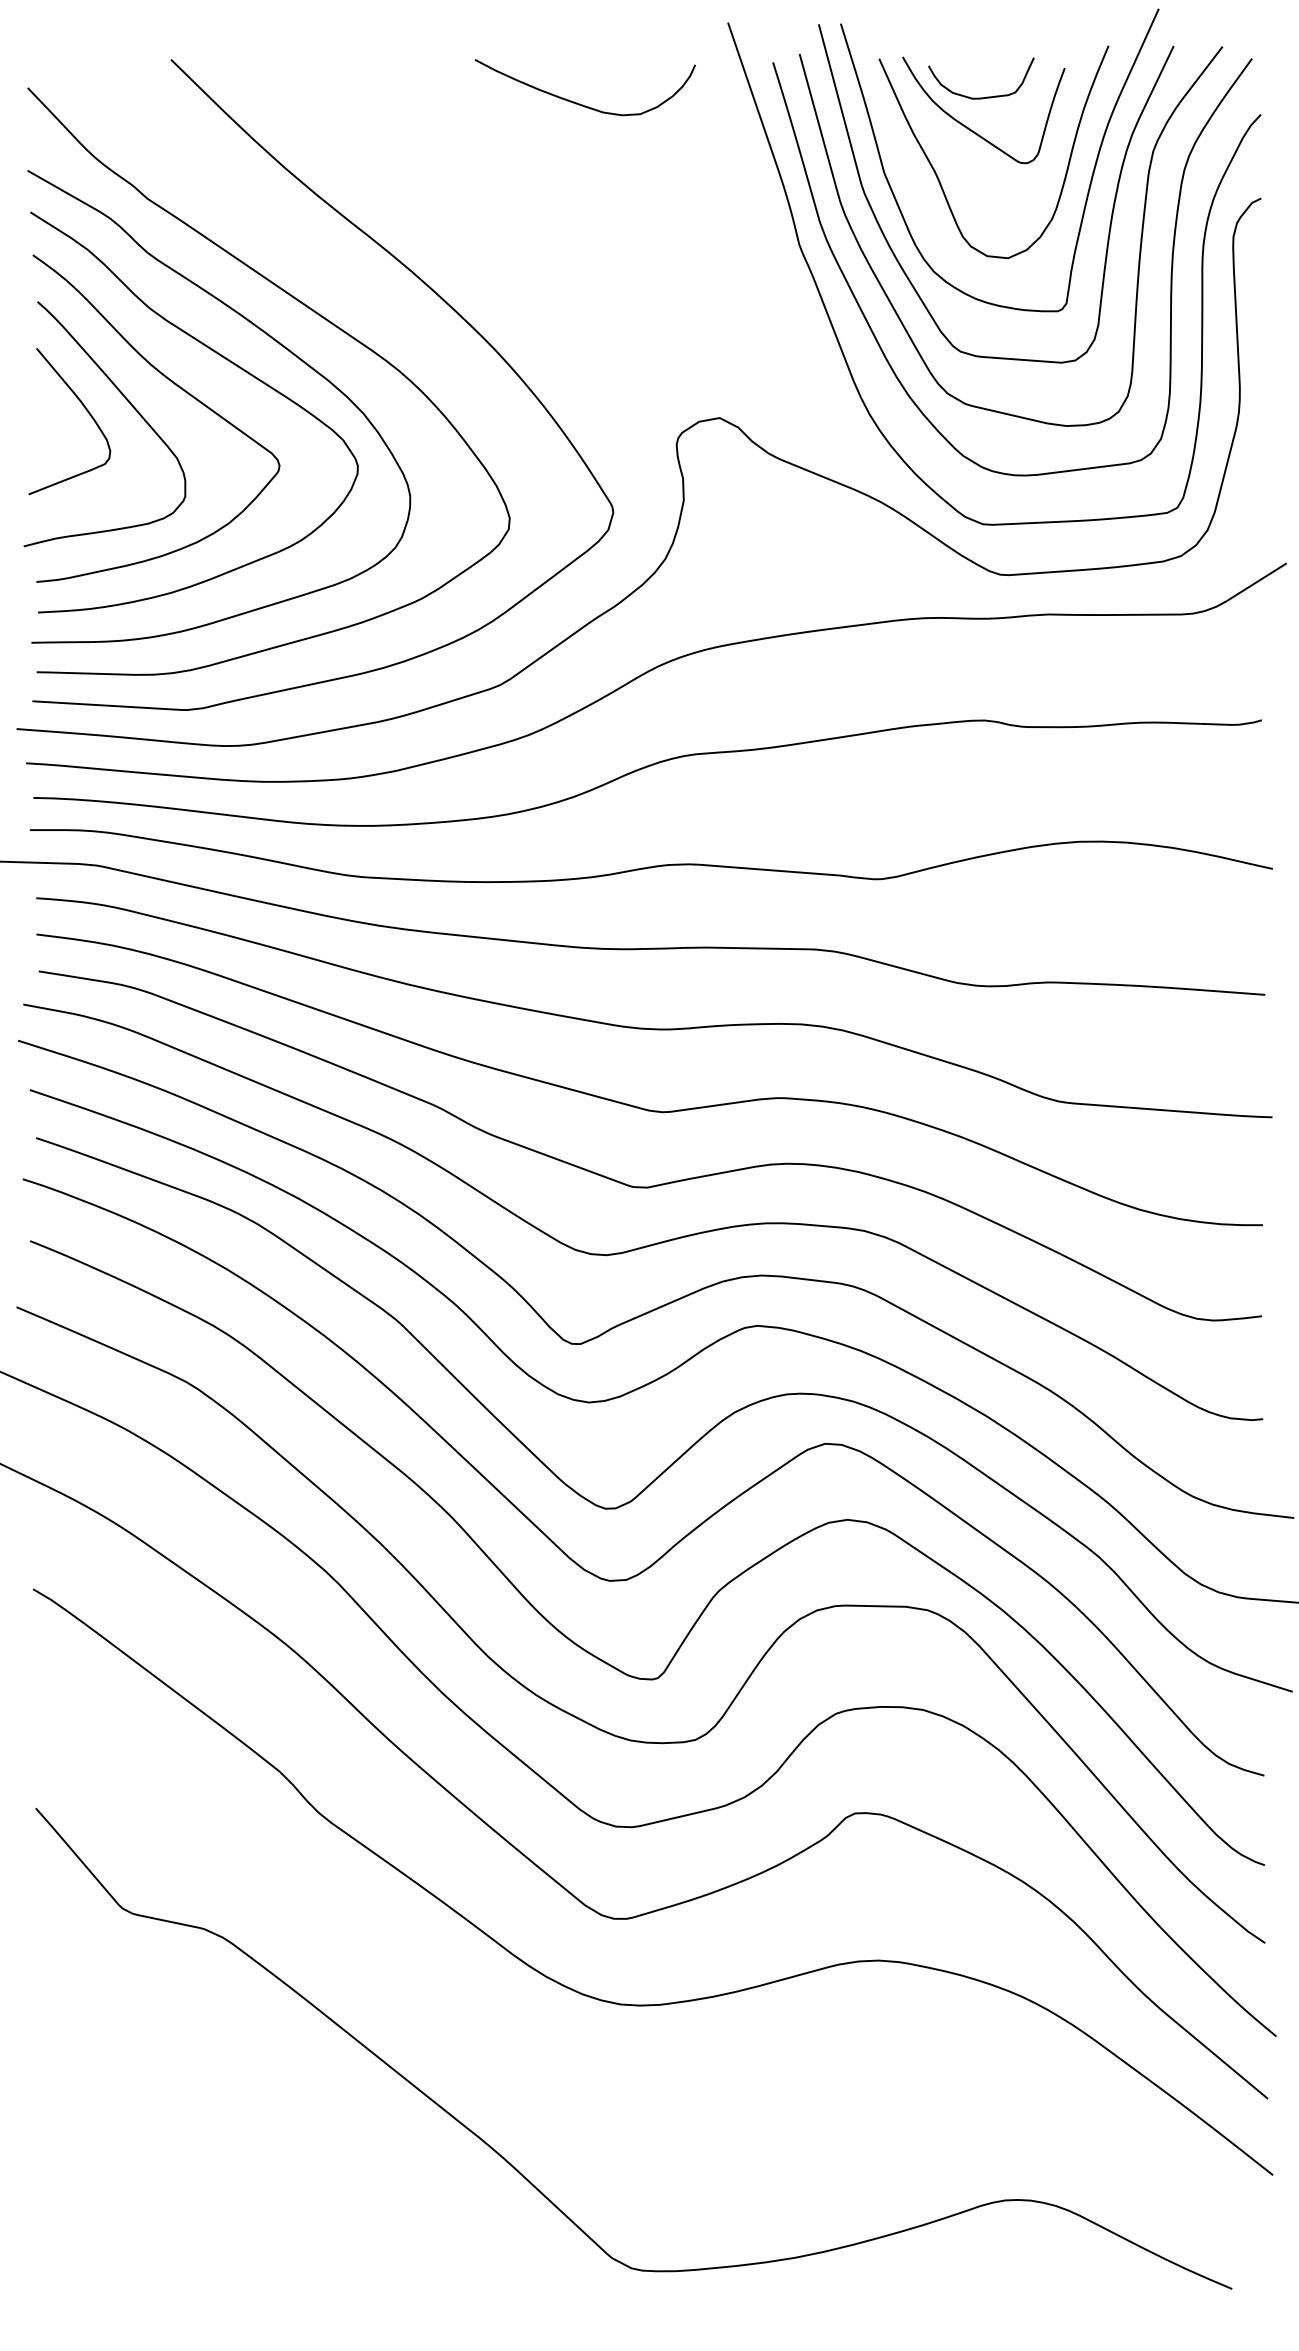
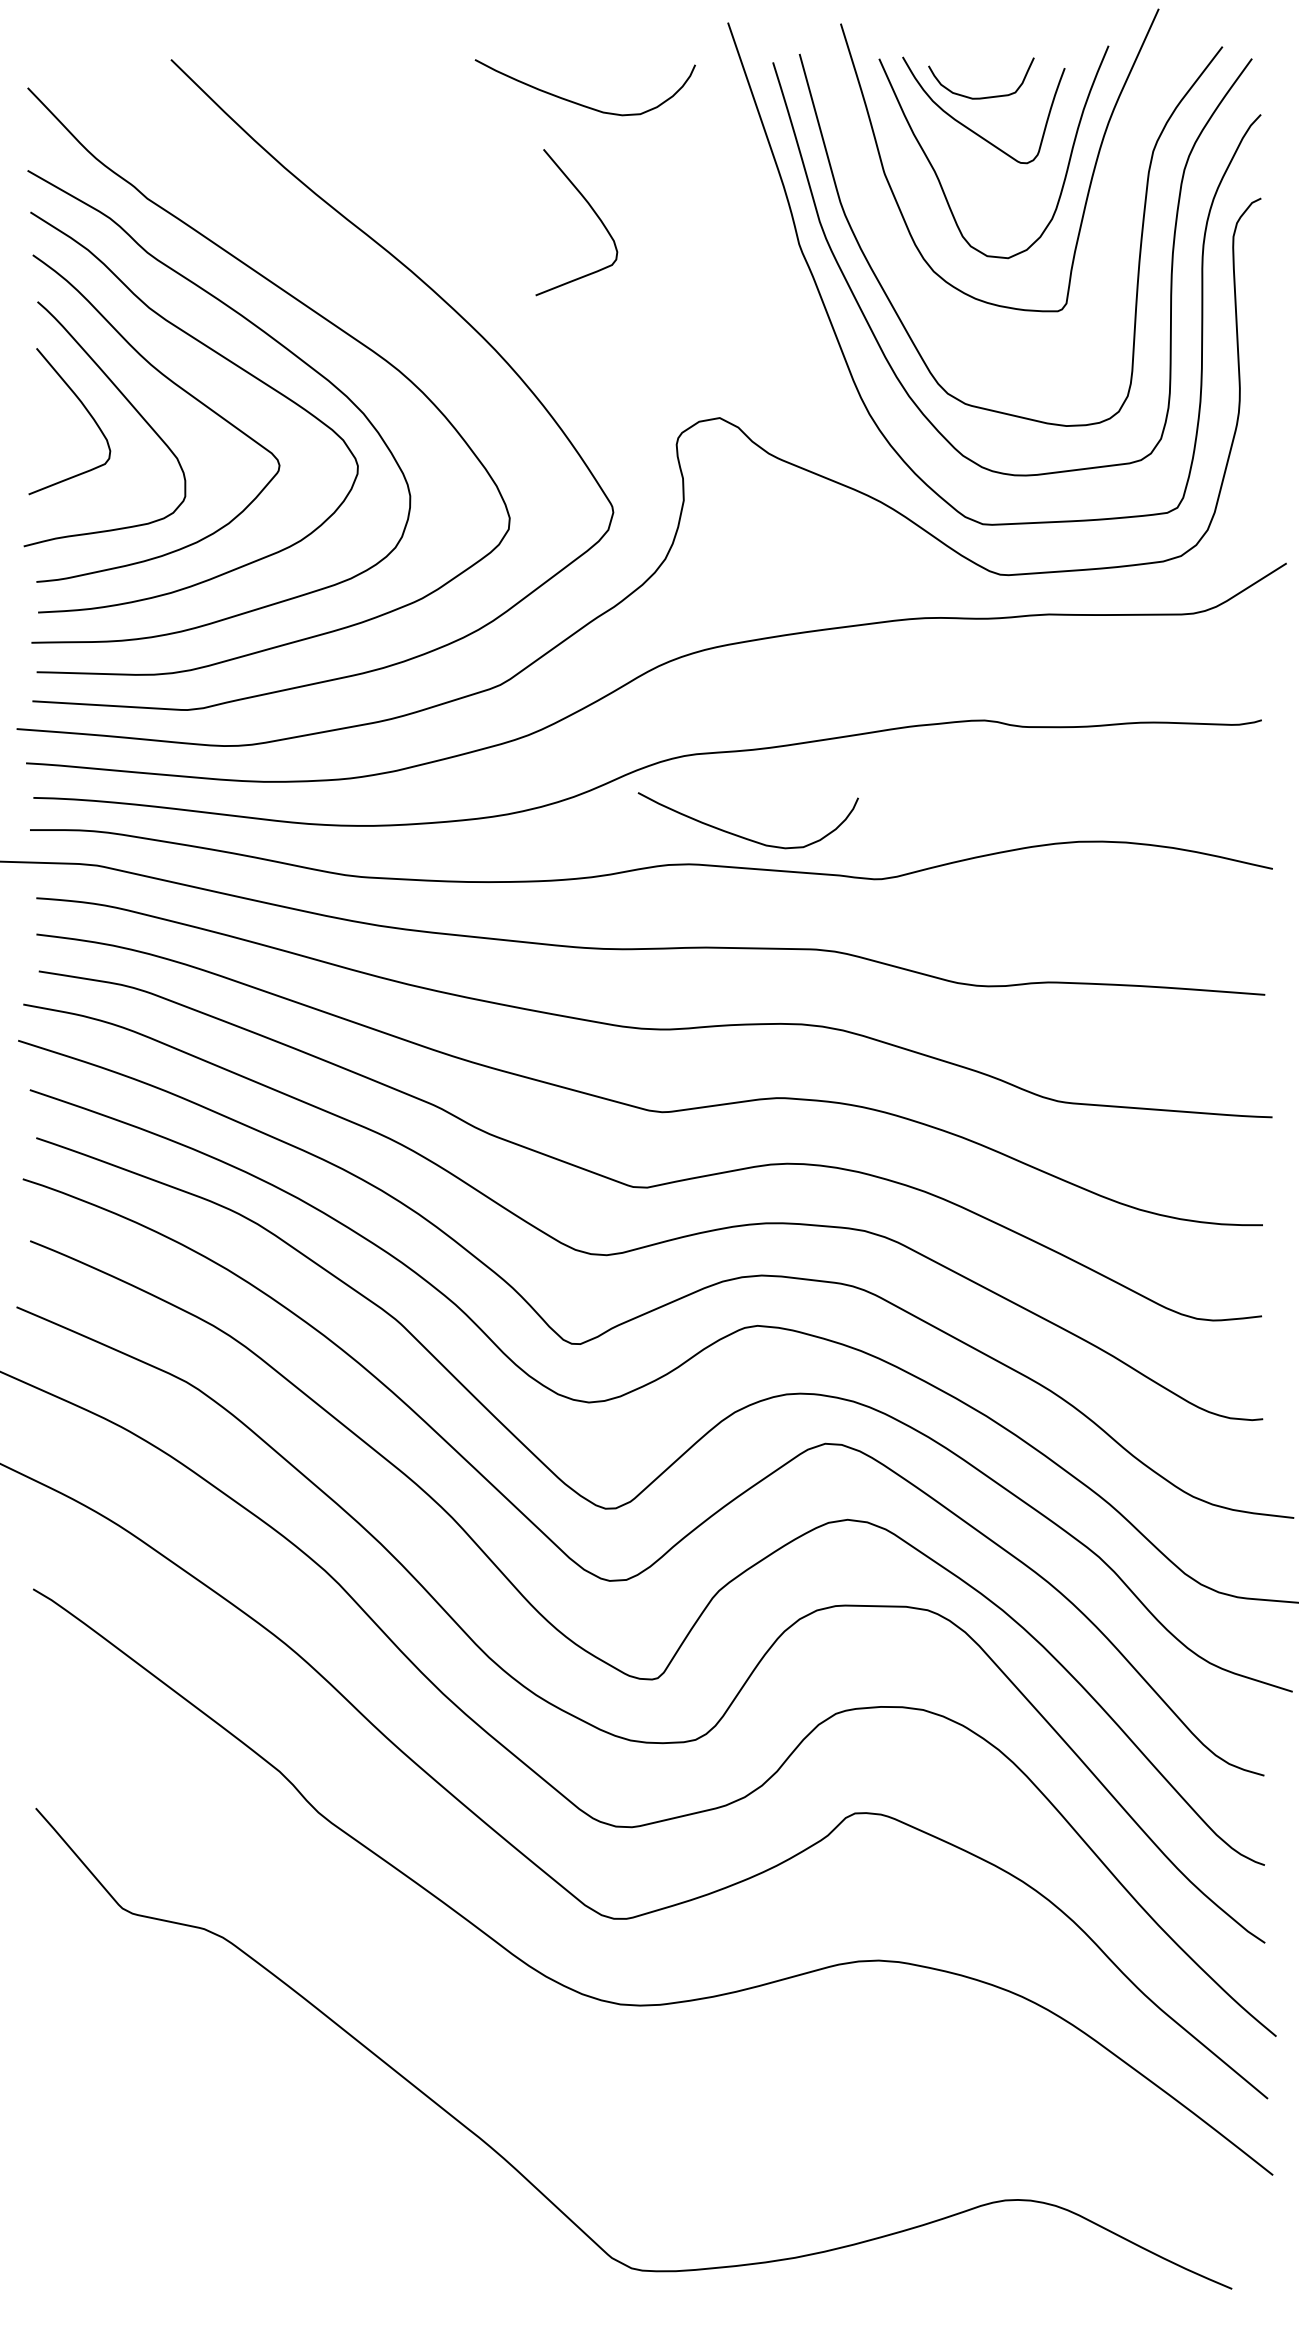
curve at (591, 209): none -> present
curve at (1111, 212): present -> none
curve at (743, 836): none -> present
